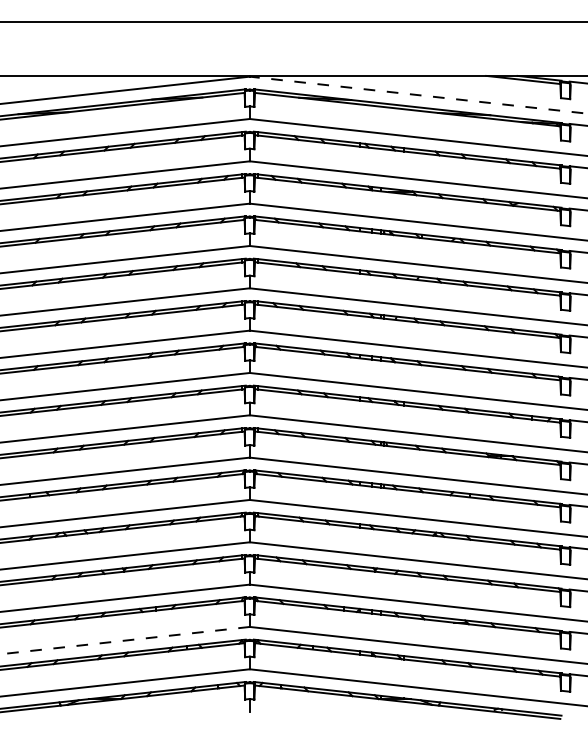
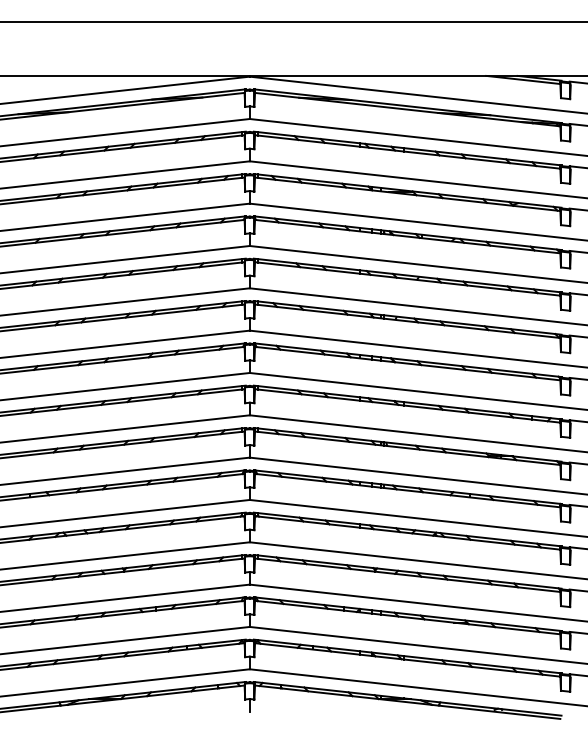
line at (418, 95): dashed -> solid
line at (124, 640): dashed -> solid
